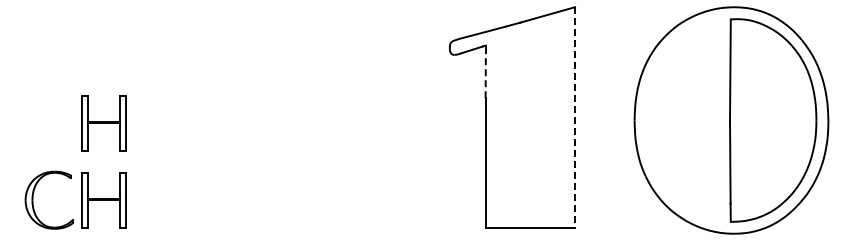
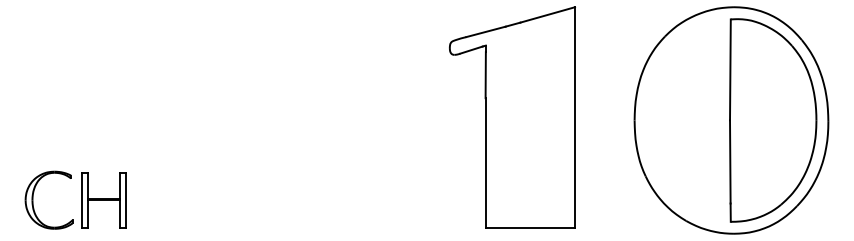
line at (485, 74): dashed -> solid
line at (575, 118): dashed -> solid
part at (103, 123): present -> none
